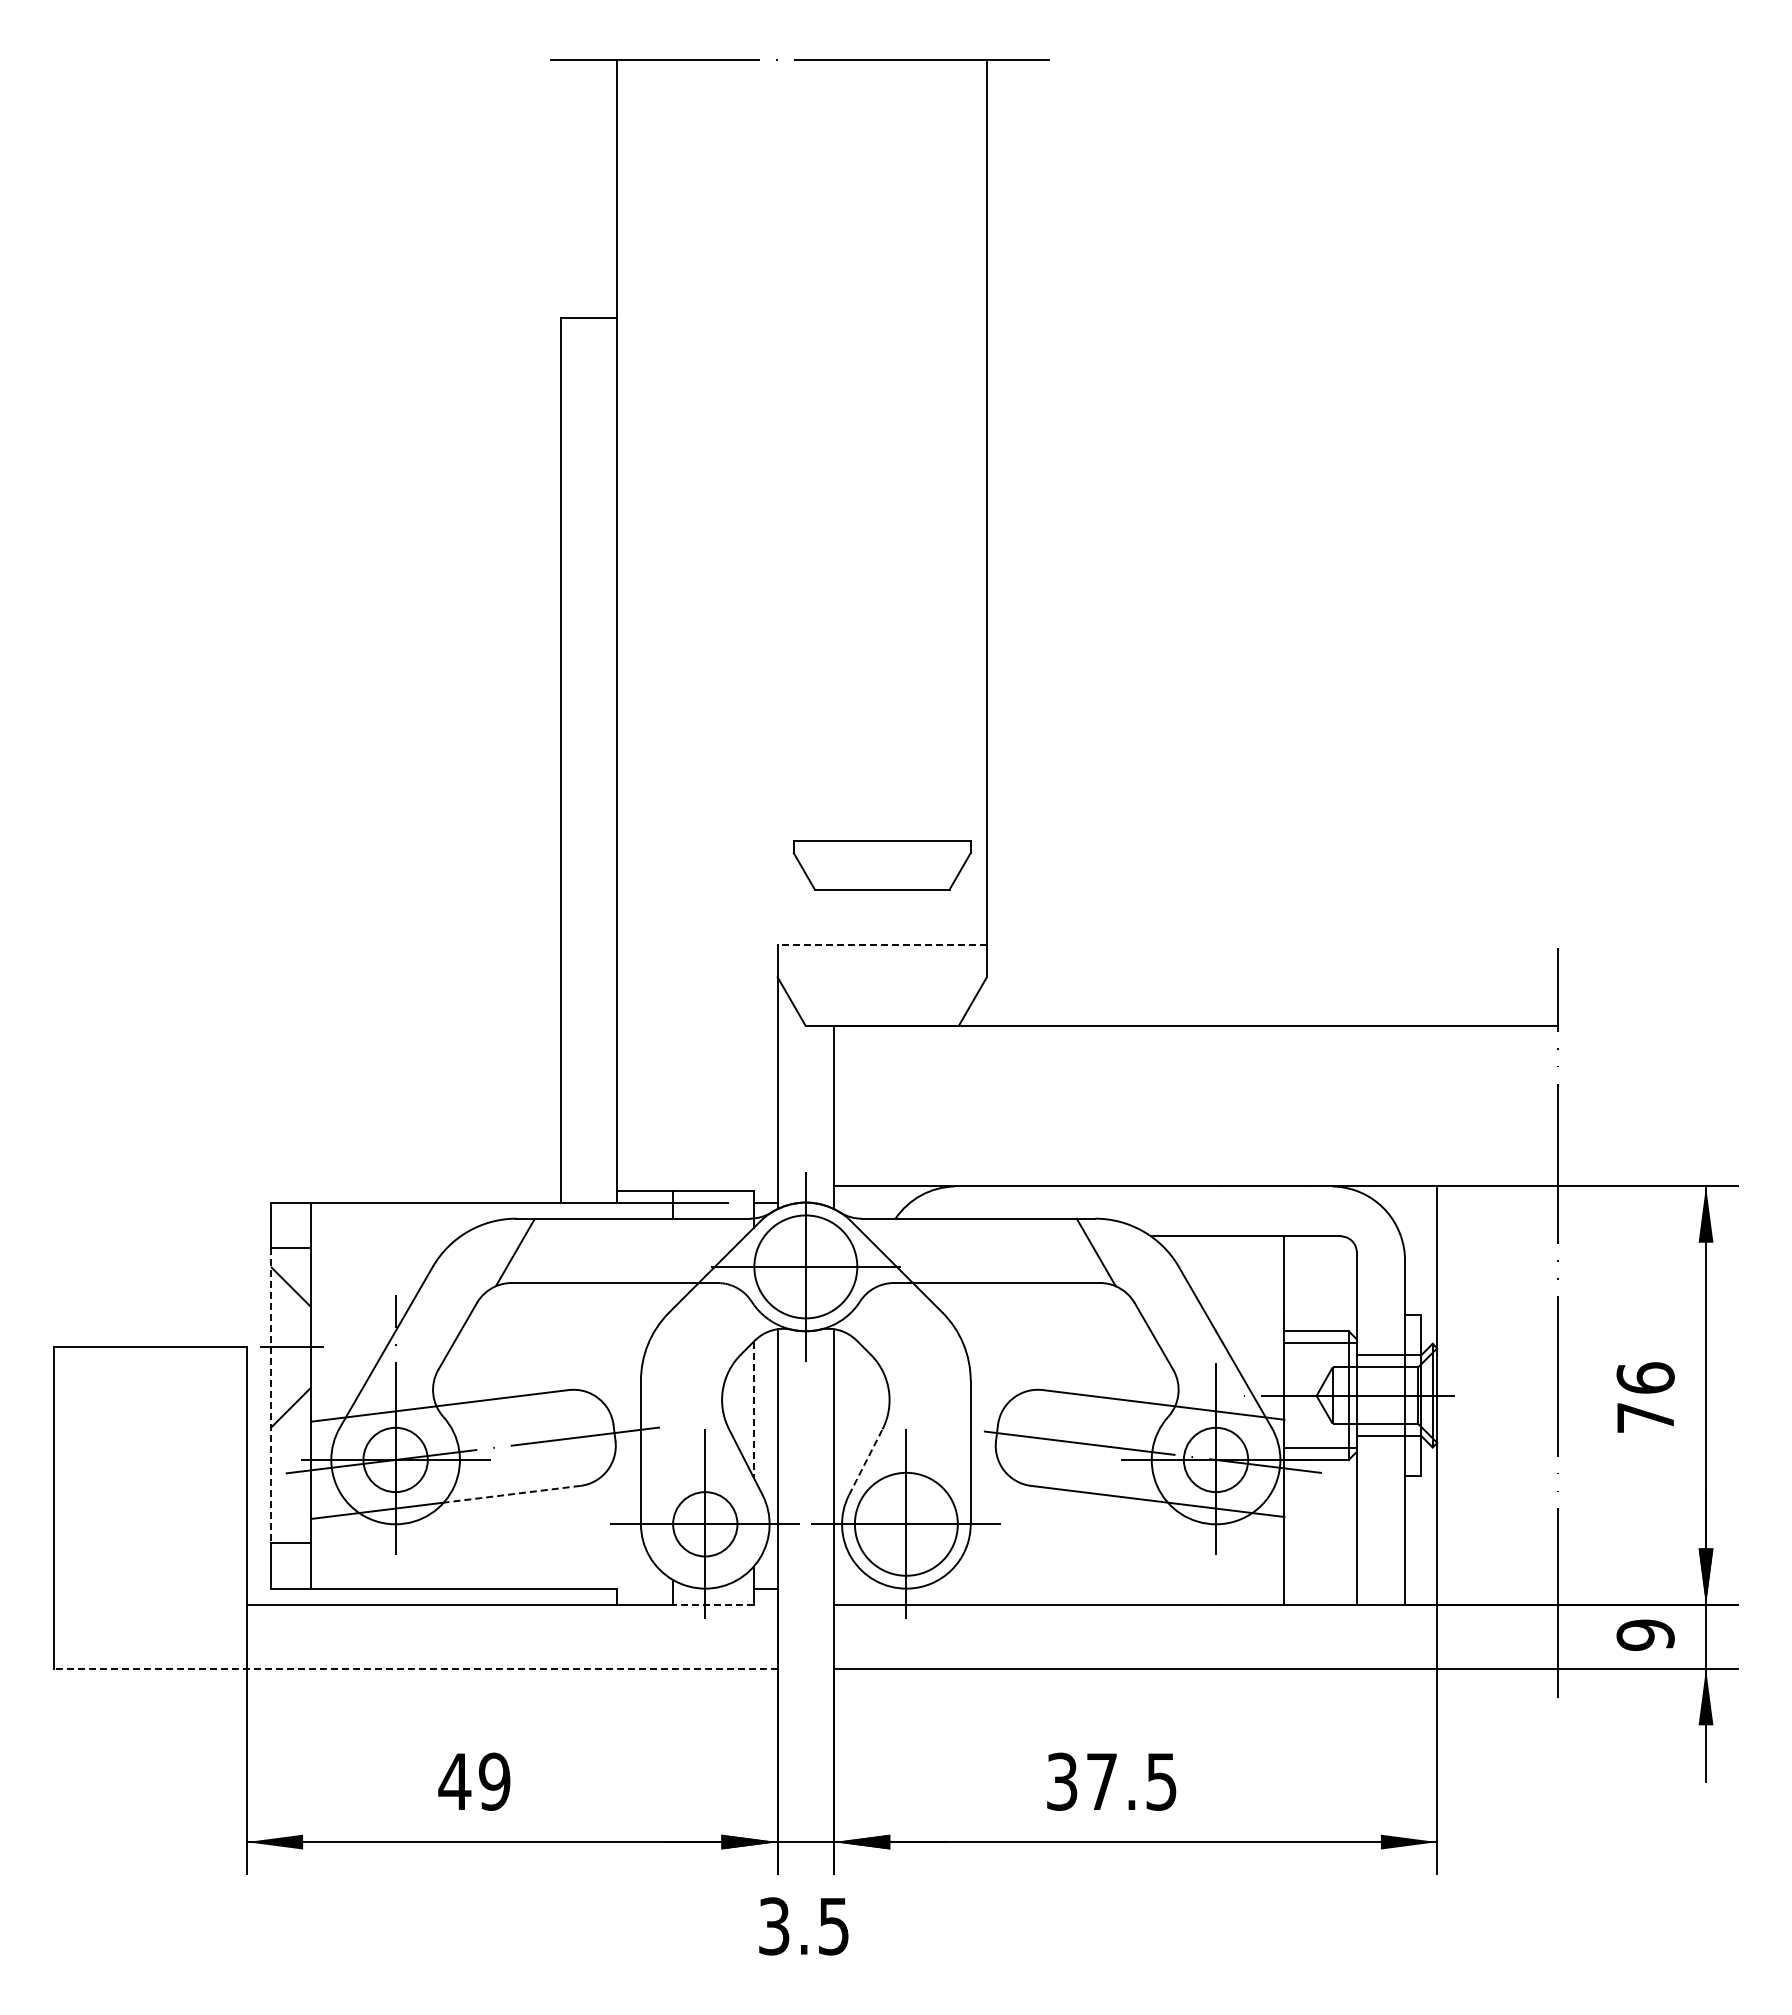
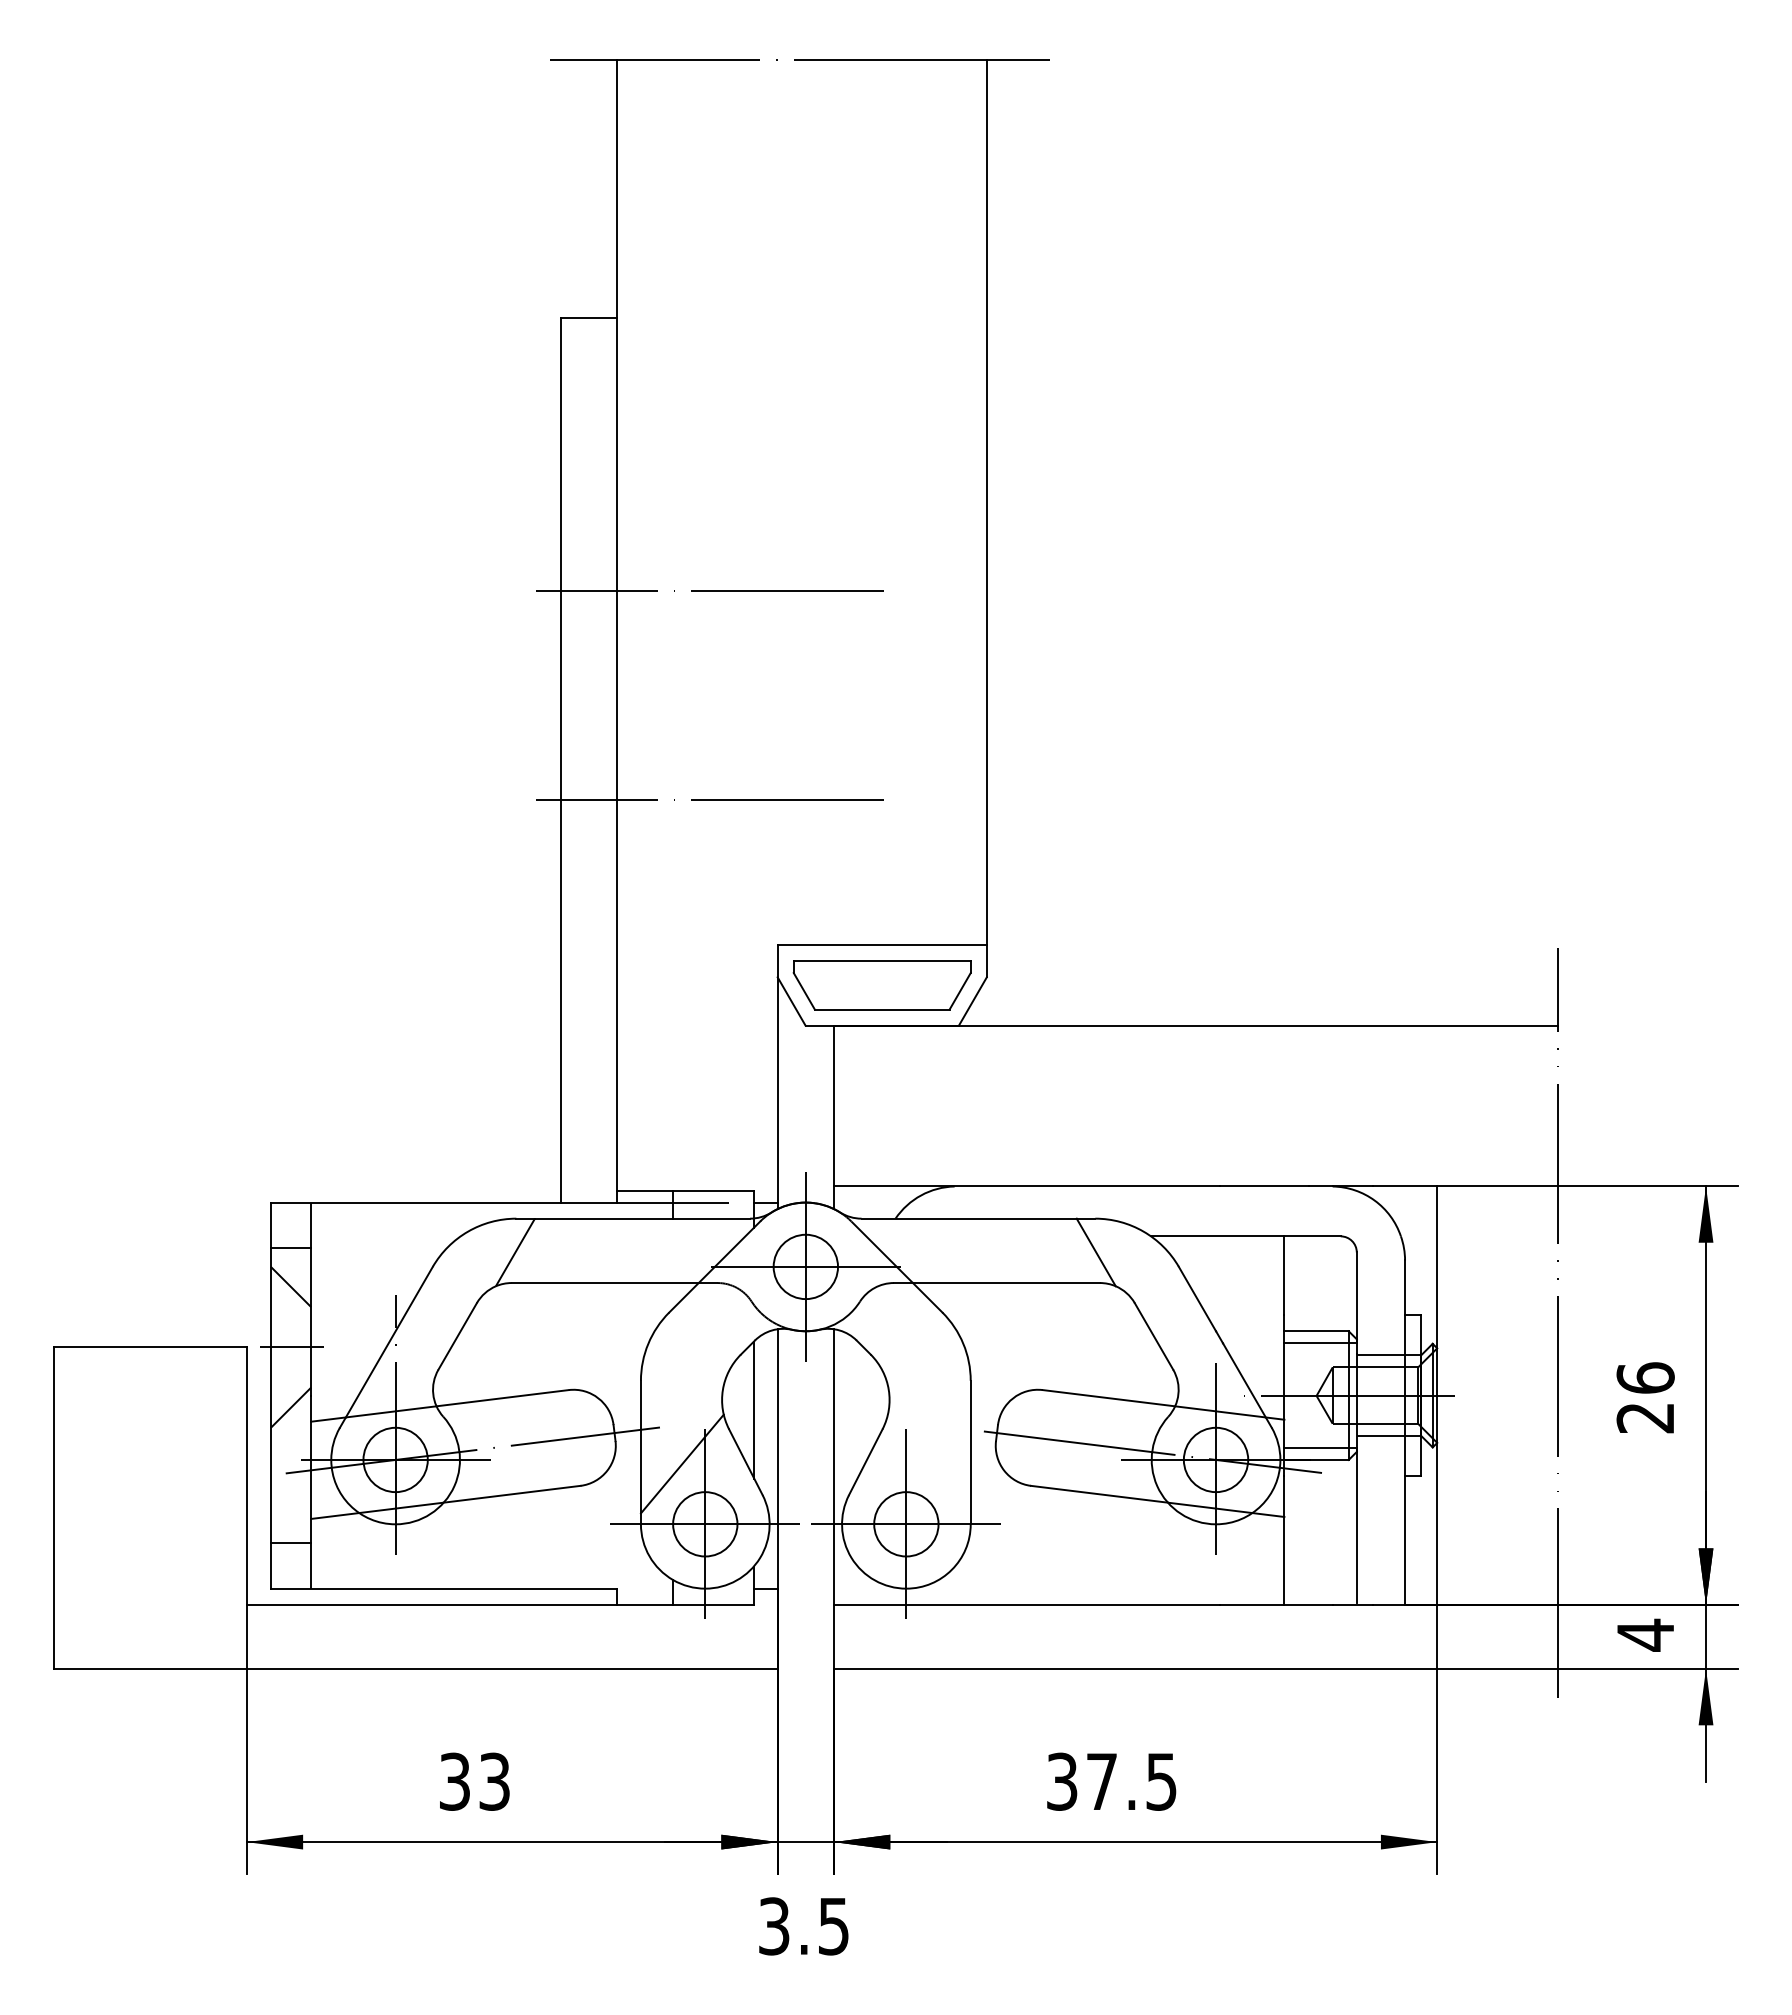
line at (710, 591): none -> present
line at (710, 800): none -> present
part at (881, 865) position: (881, 865) -> (881, 985)
line at (882, 945): dashed -> solid
circle at (805, 1266) diameter: 103 px -> 64 px
line at (270, 1396): dashed -> solid
line at (753, 1410): dashed -> solid
text at (1644, 1418): 76 -> 26
line at (865, 1462): dashed -> solid
line at (681, 1463): none -> present
line at (512, 1494): dashed -> solid
circle at (905, 1523) diameter: 103 px -> 64 px
line at (712, 1604): dashed -> solid
text at (1645, 1634): 9 -> 4
line at (415, 1669): dashed -> solid
text at (474, 1781): 49 -> 33
